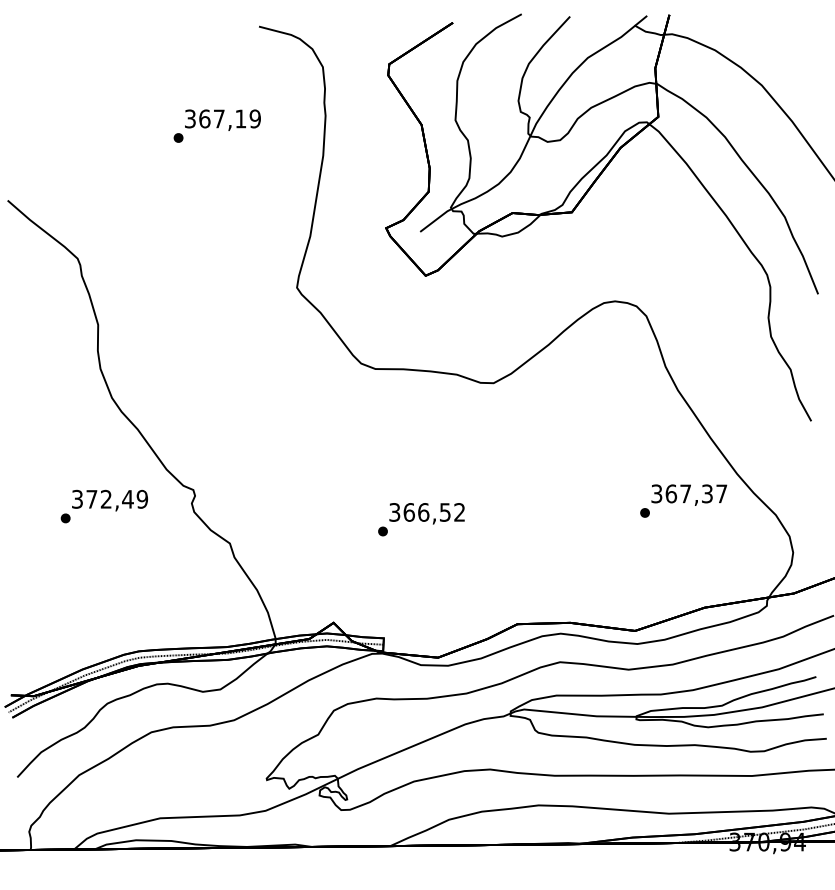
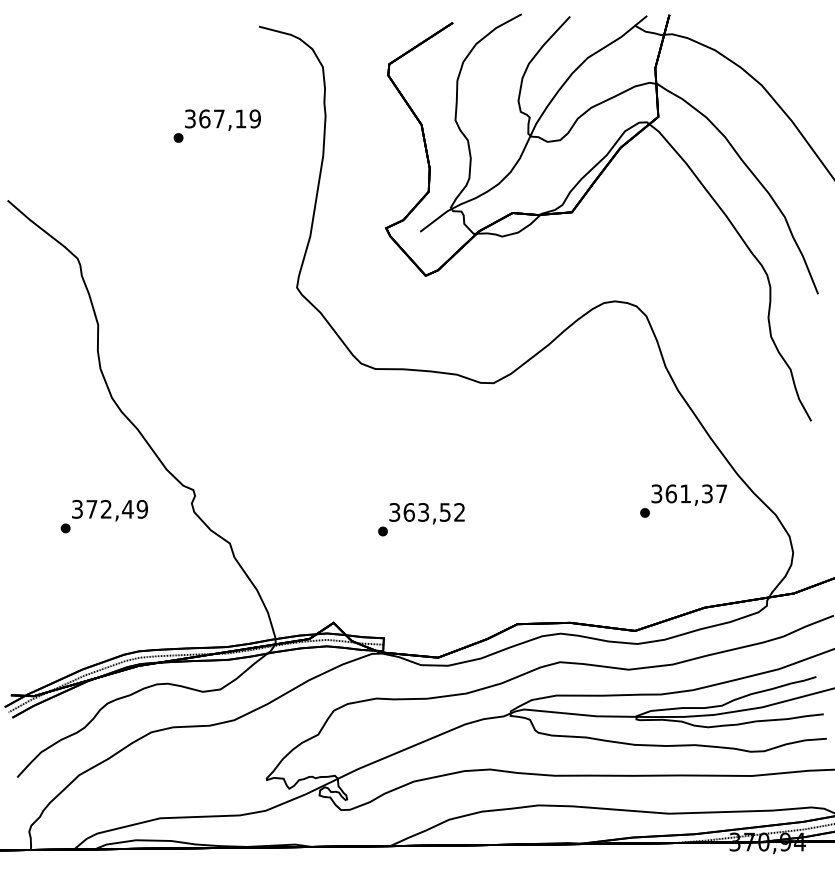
text at (685, 493): 367,37 -> 361,37
text at (103, 506) position: (103, 506) -> (103, 516)
text at (423, 512): 366,52 -> 363,52
